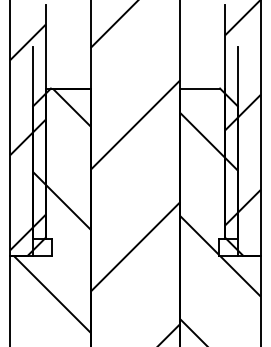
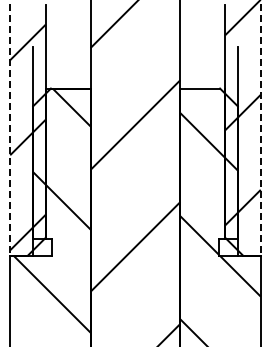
line at (10, 128): solid -> dashed
line at (260, 128): solid -> dashed
